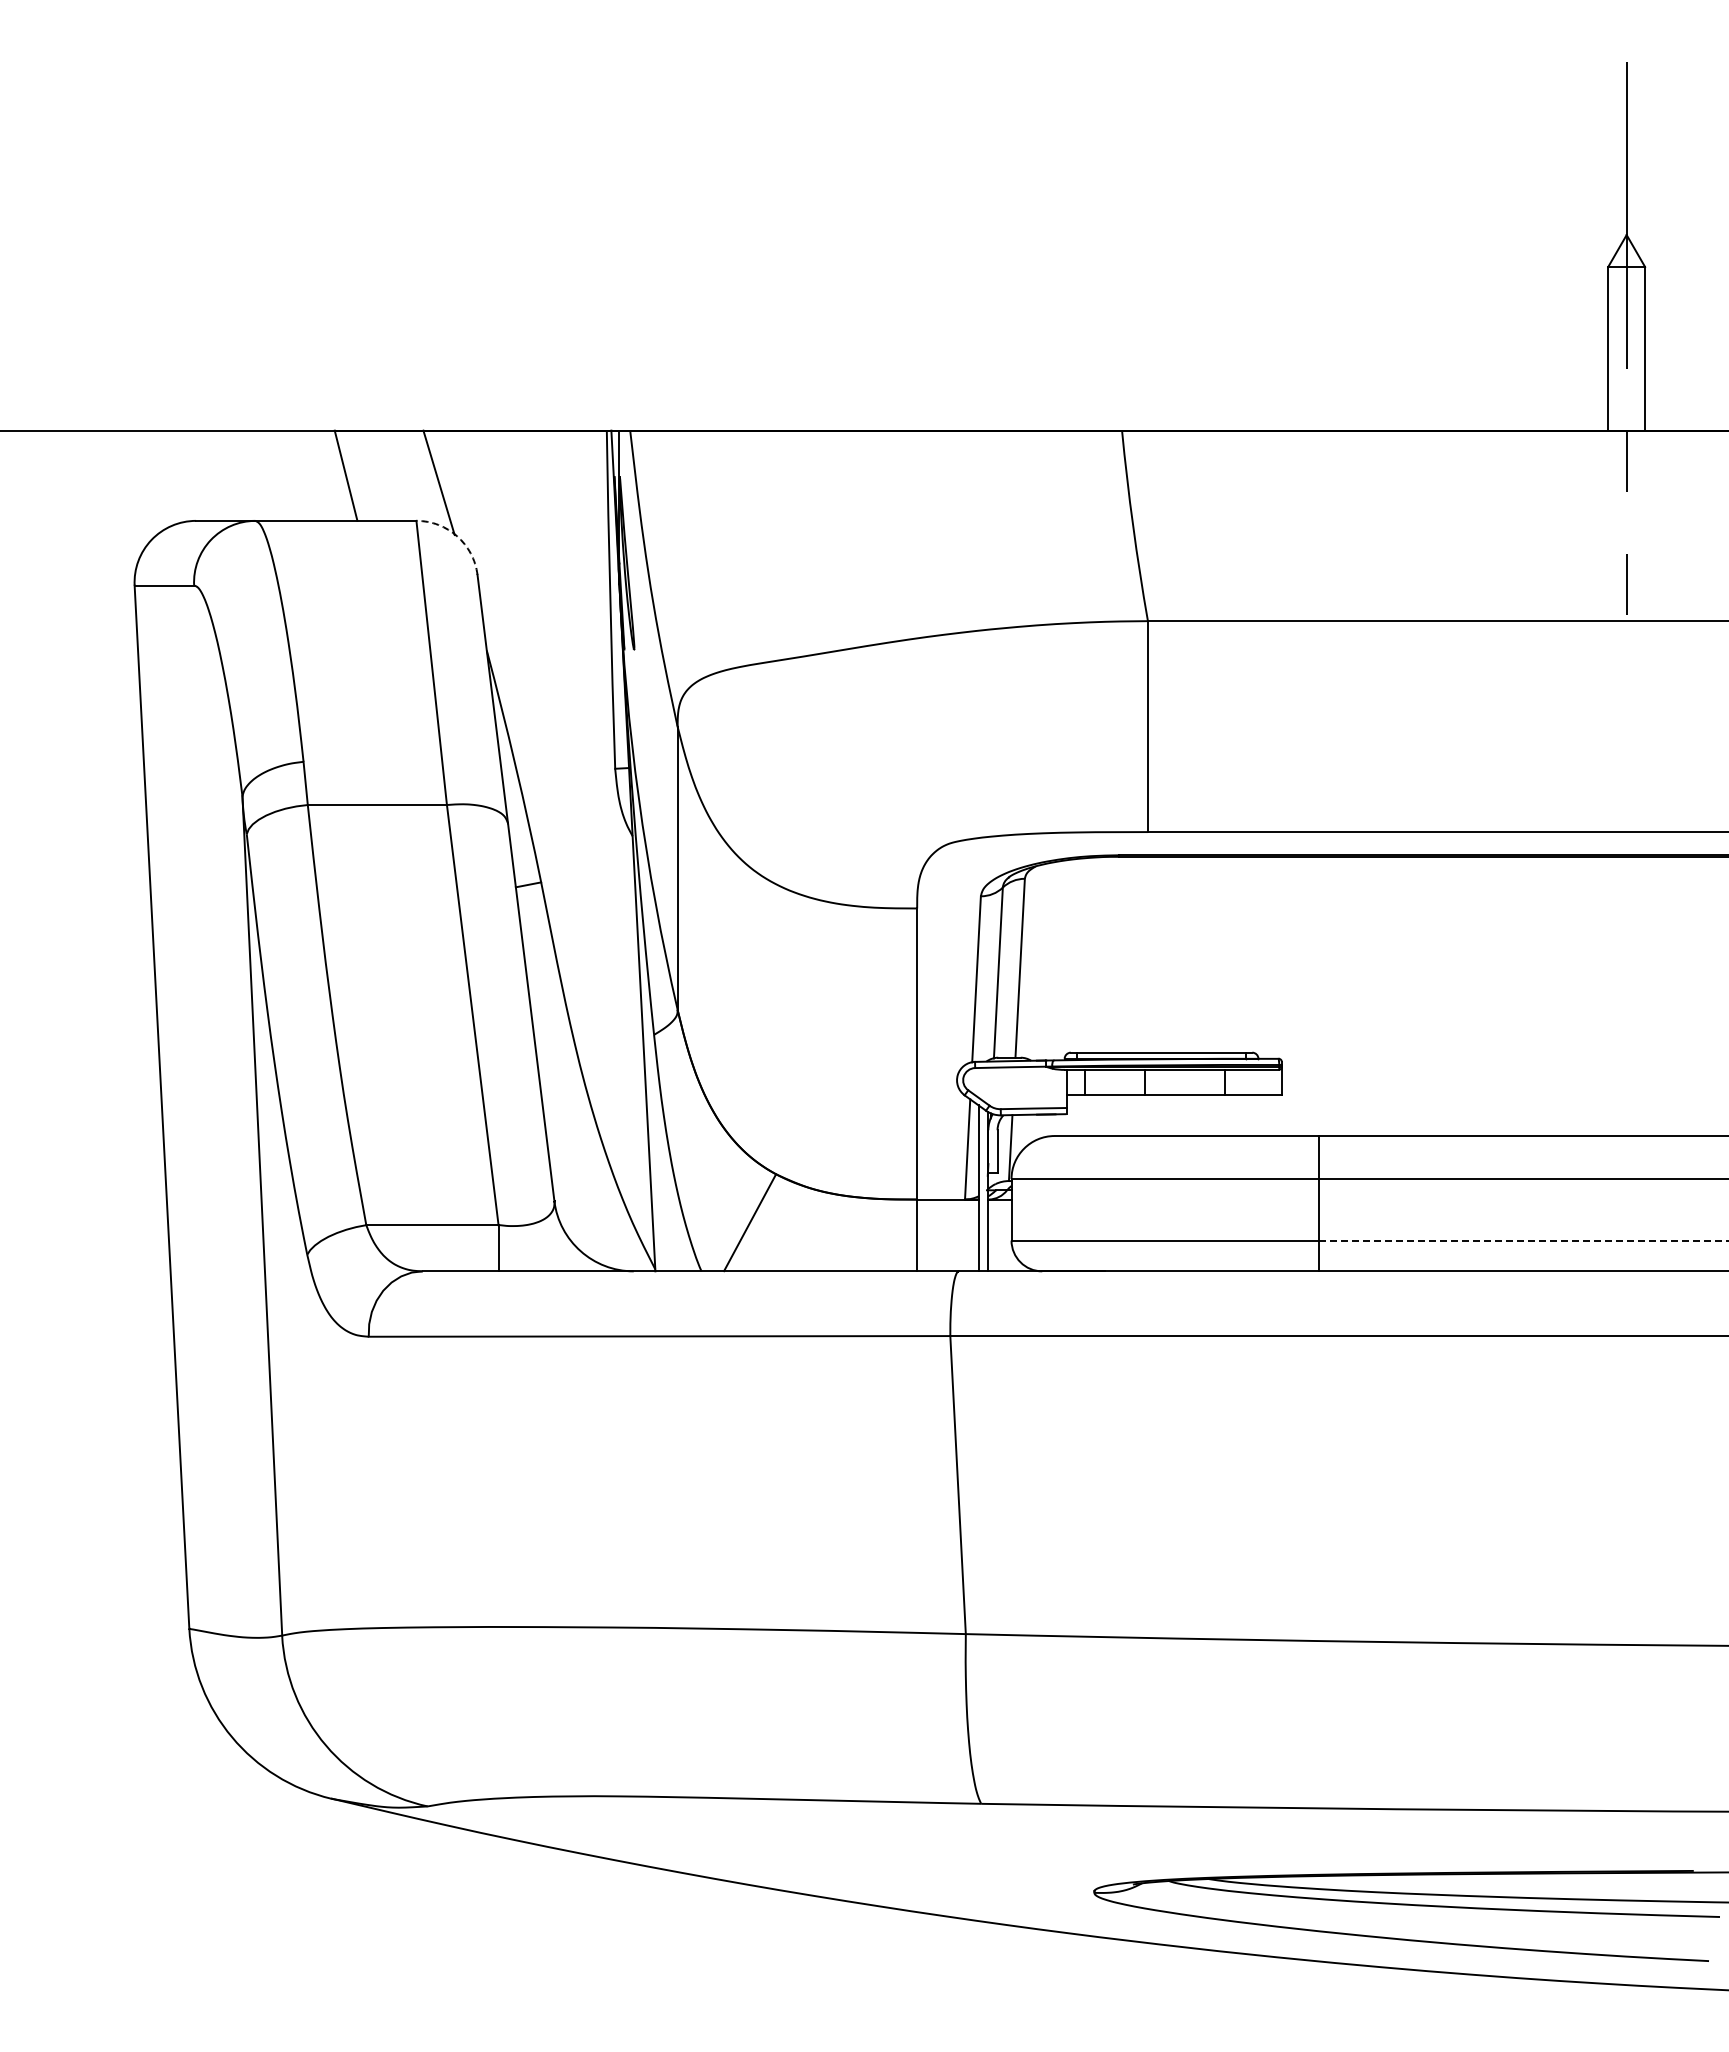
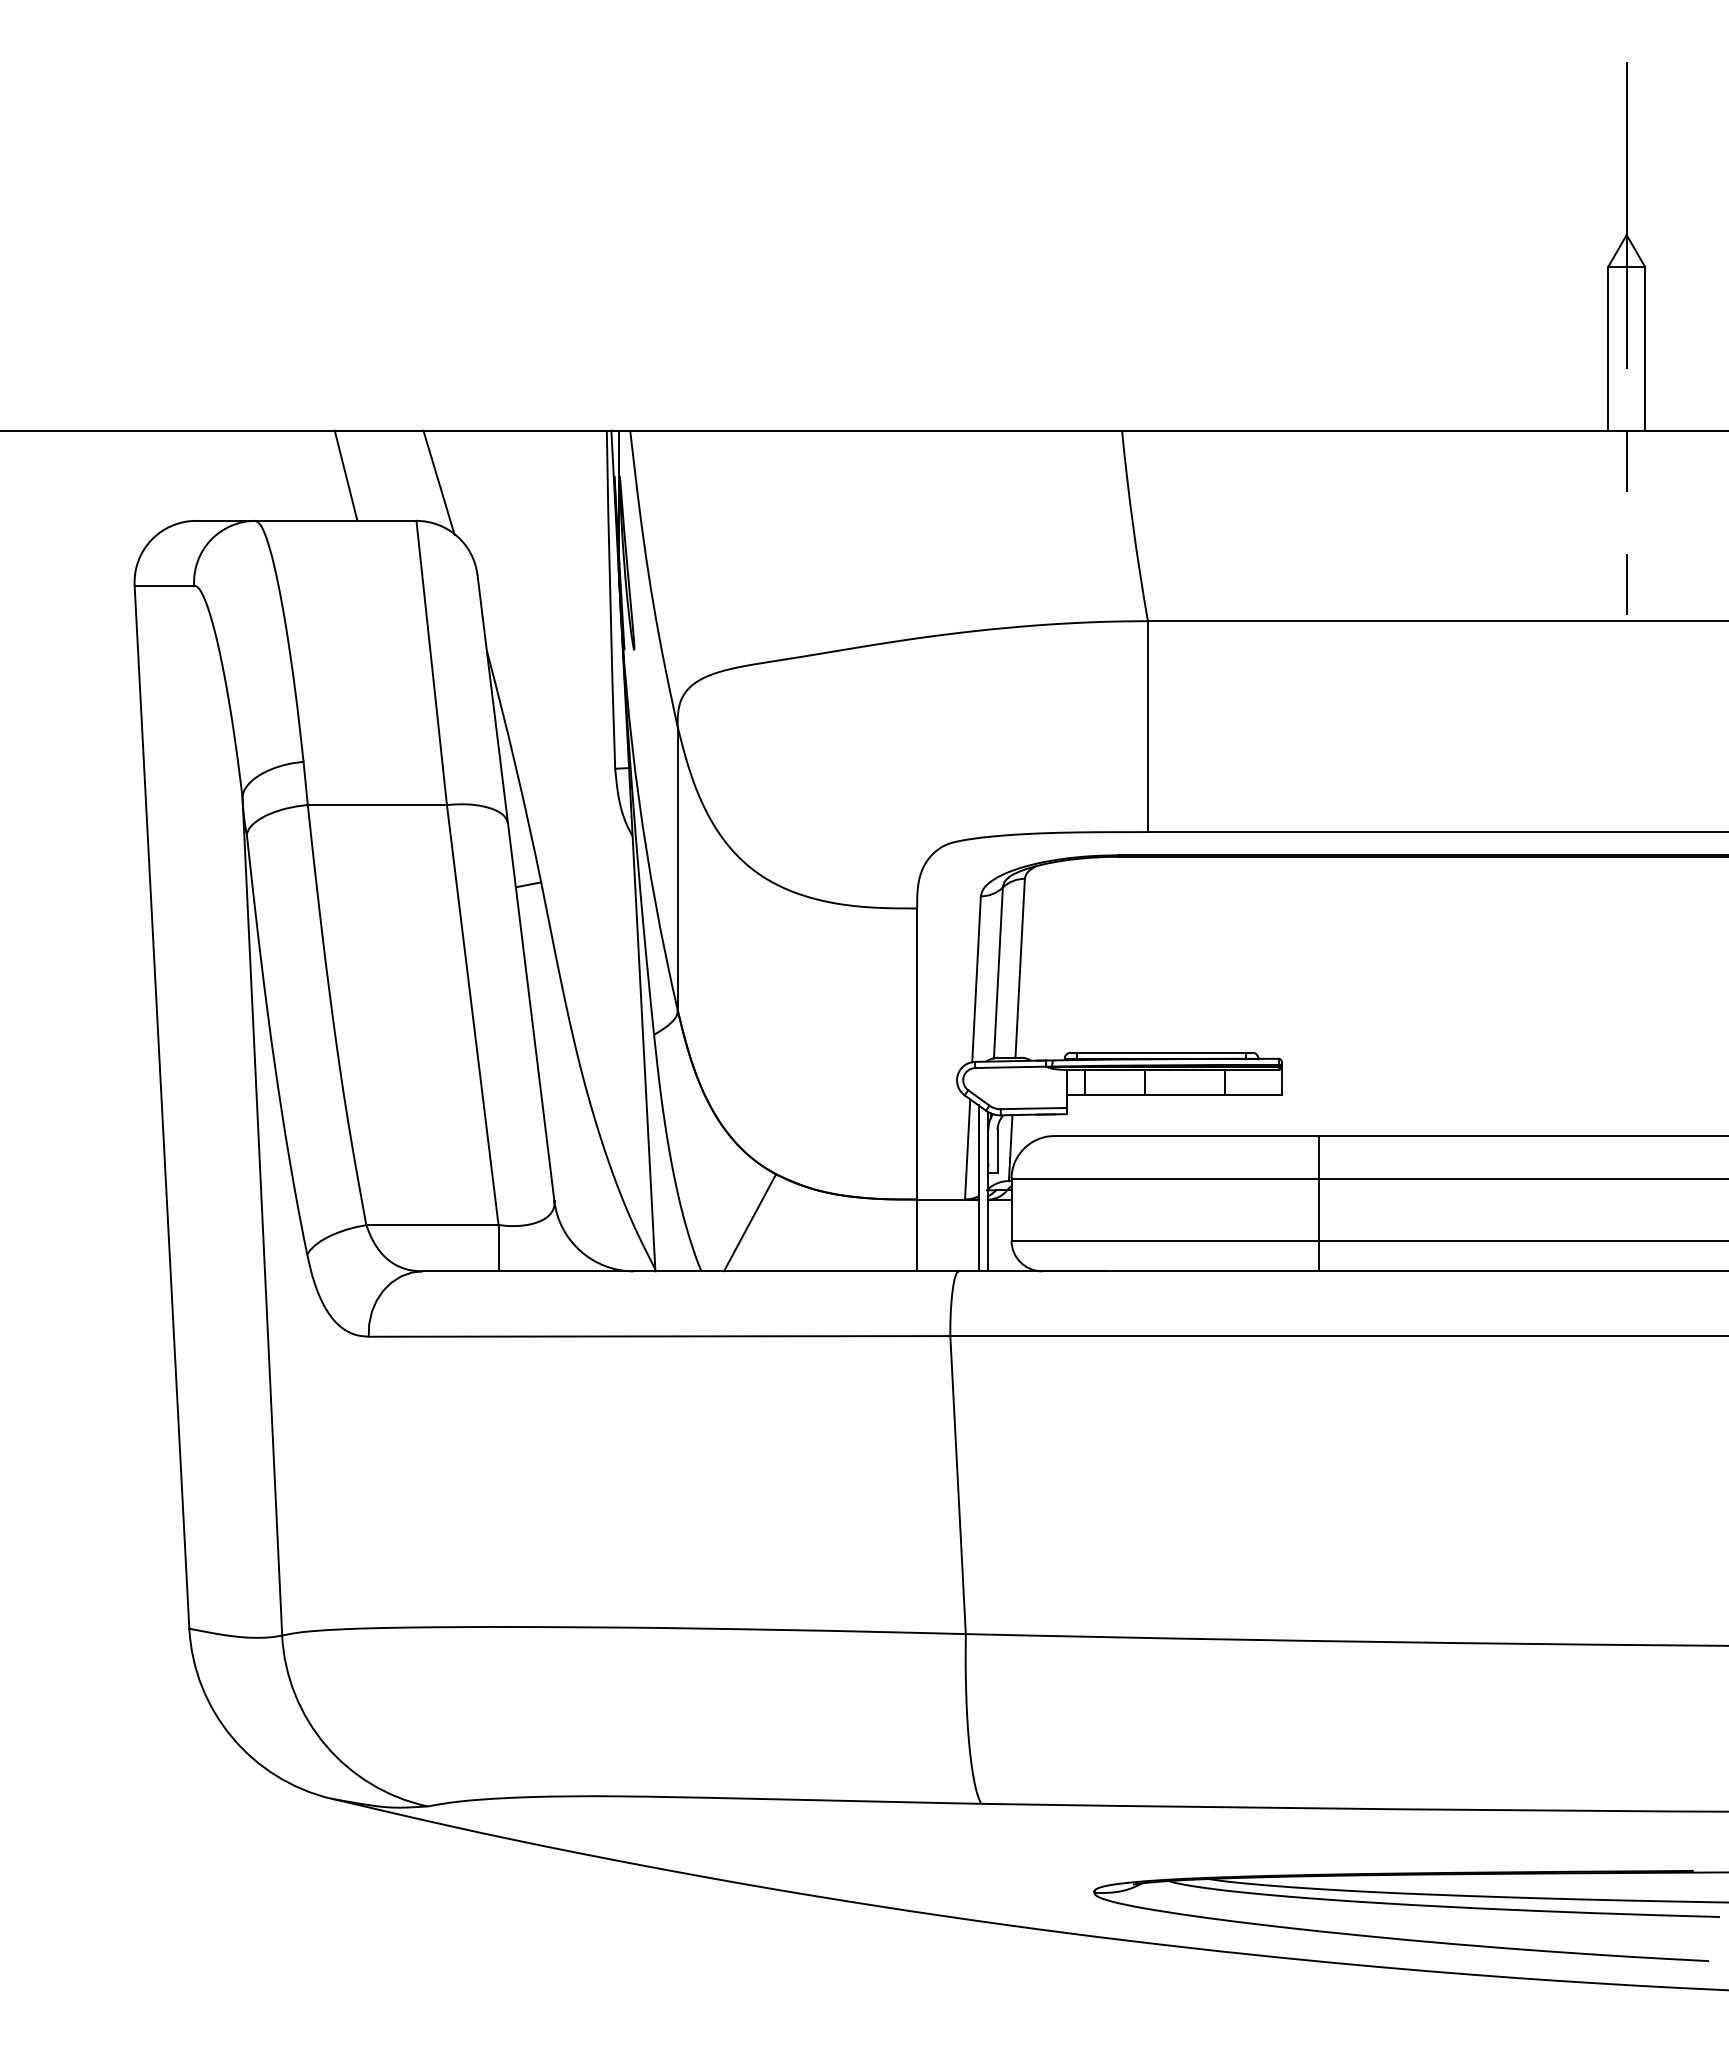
arc at (457, 536): dashed -> solid
line at (1524, 1240): dashed -> solid
